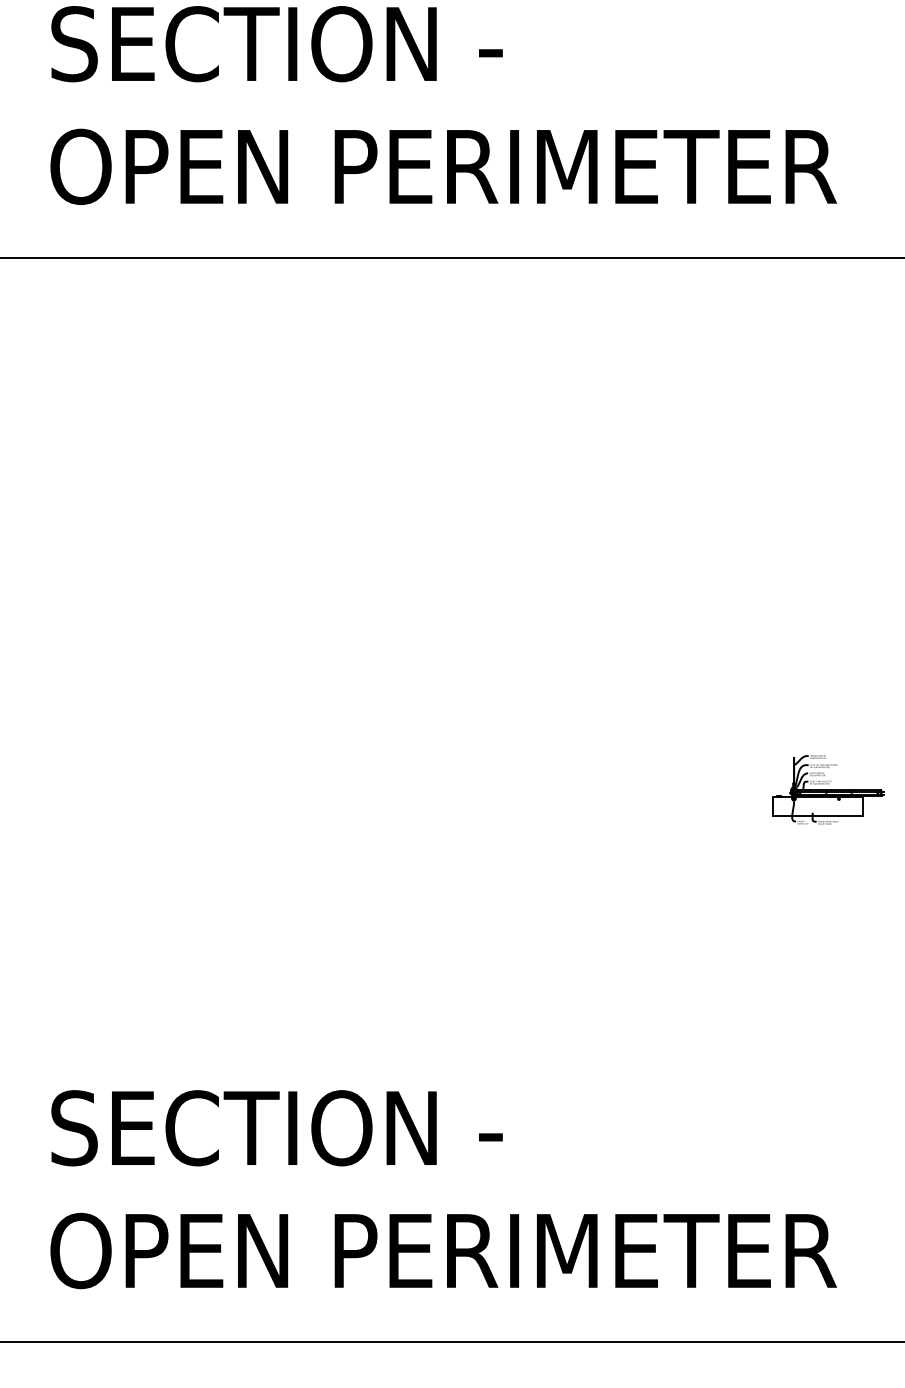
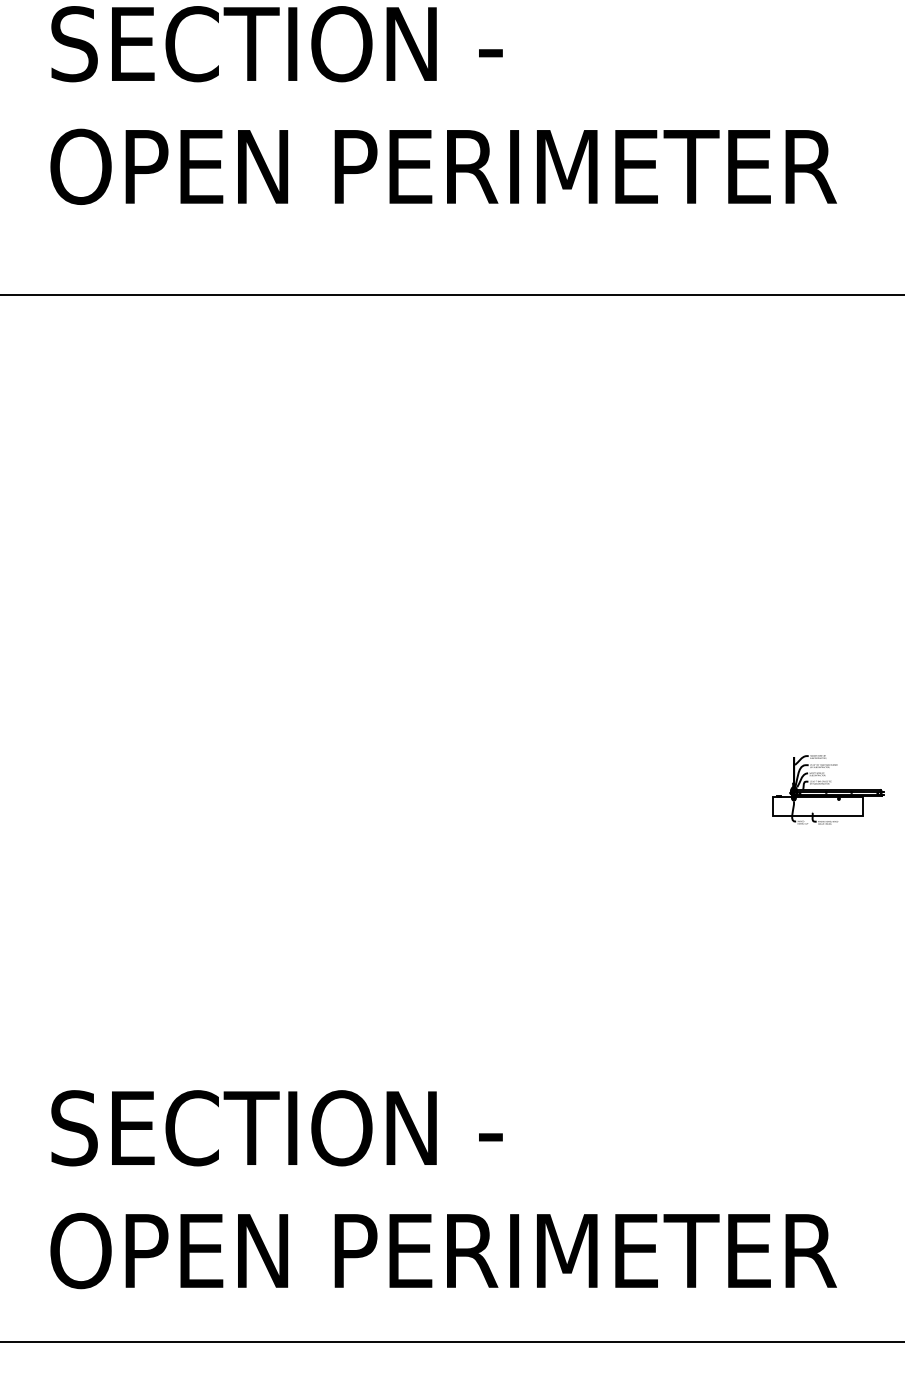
line at (451, 257) position: (451, 257) -> (451, 294)
